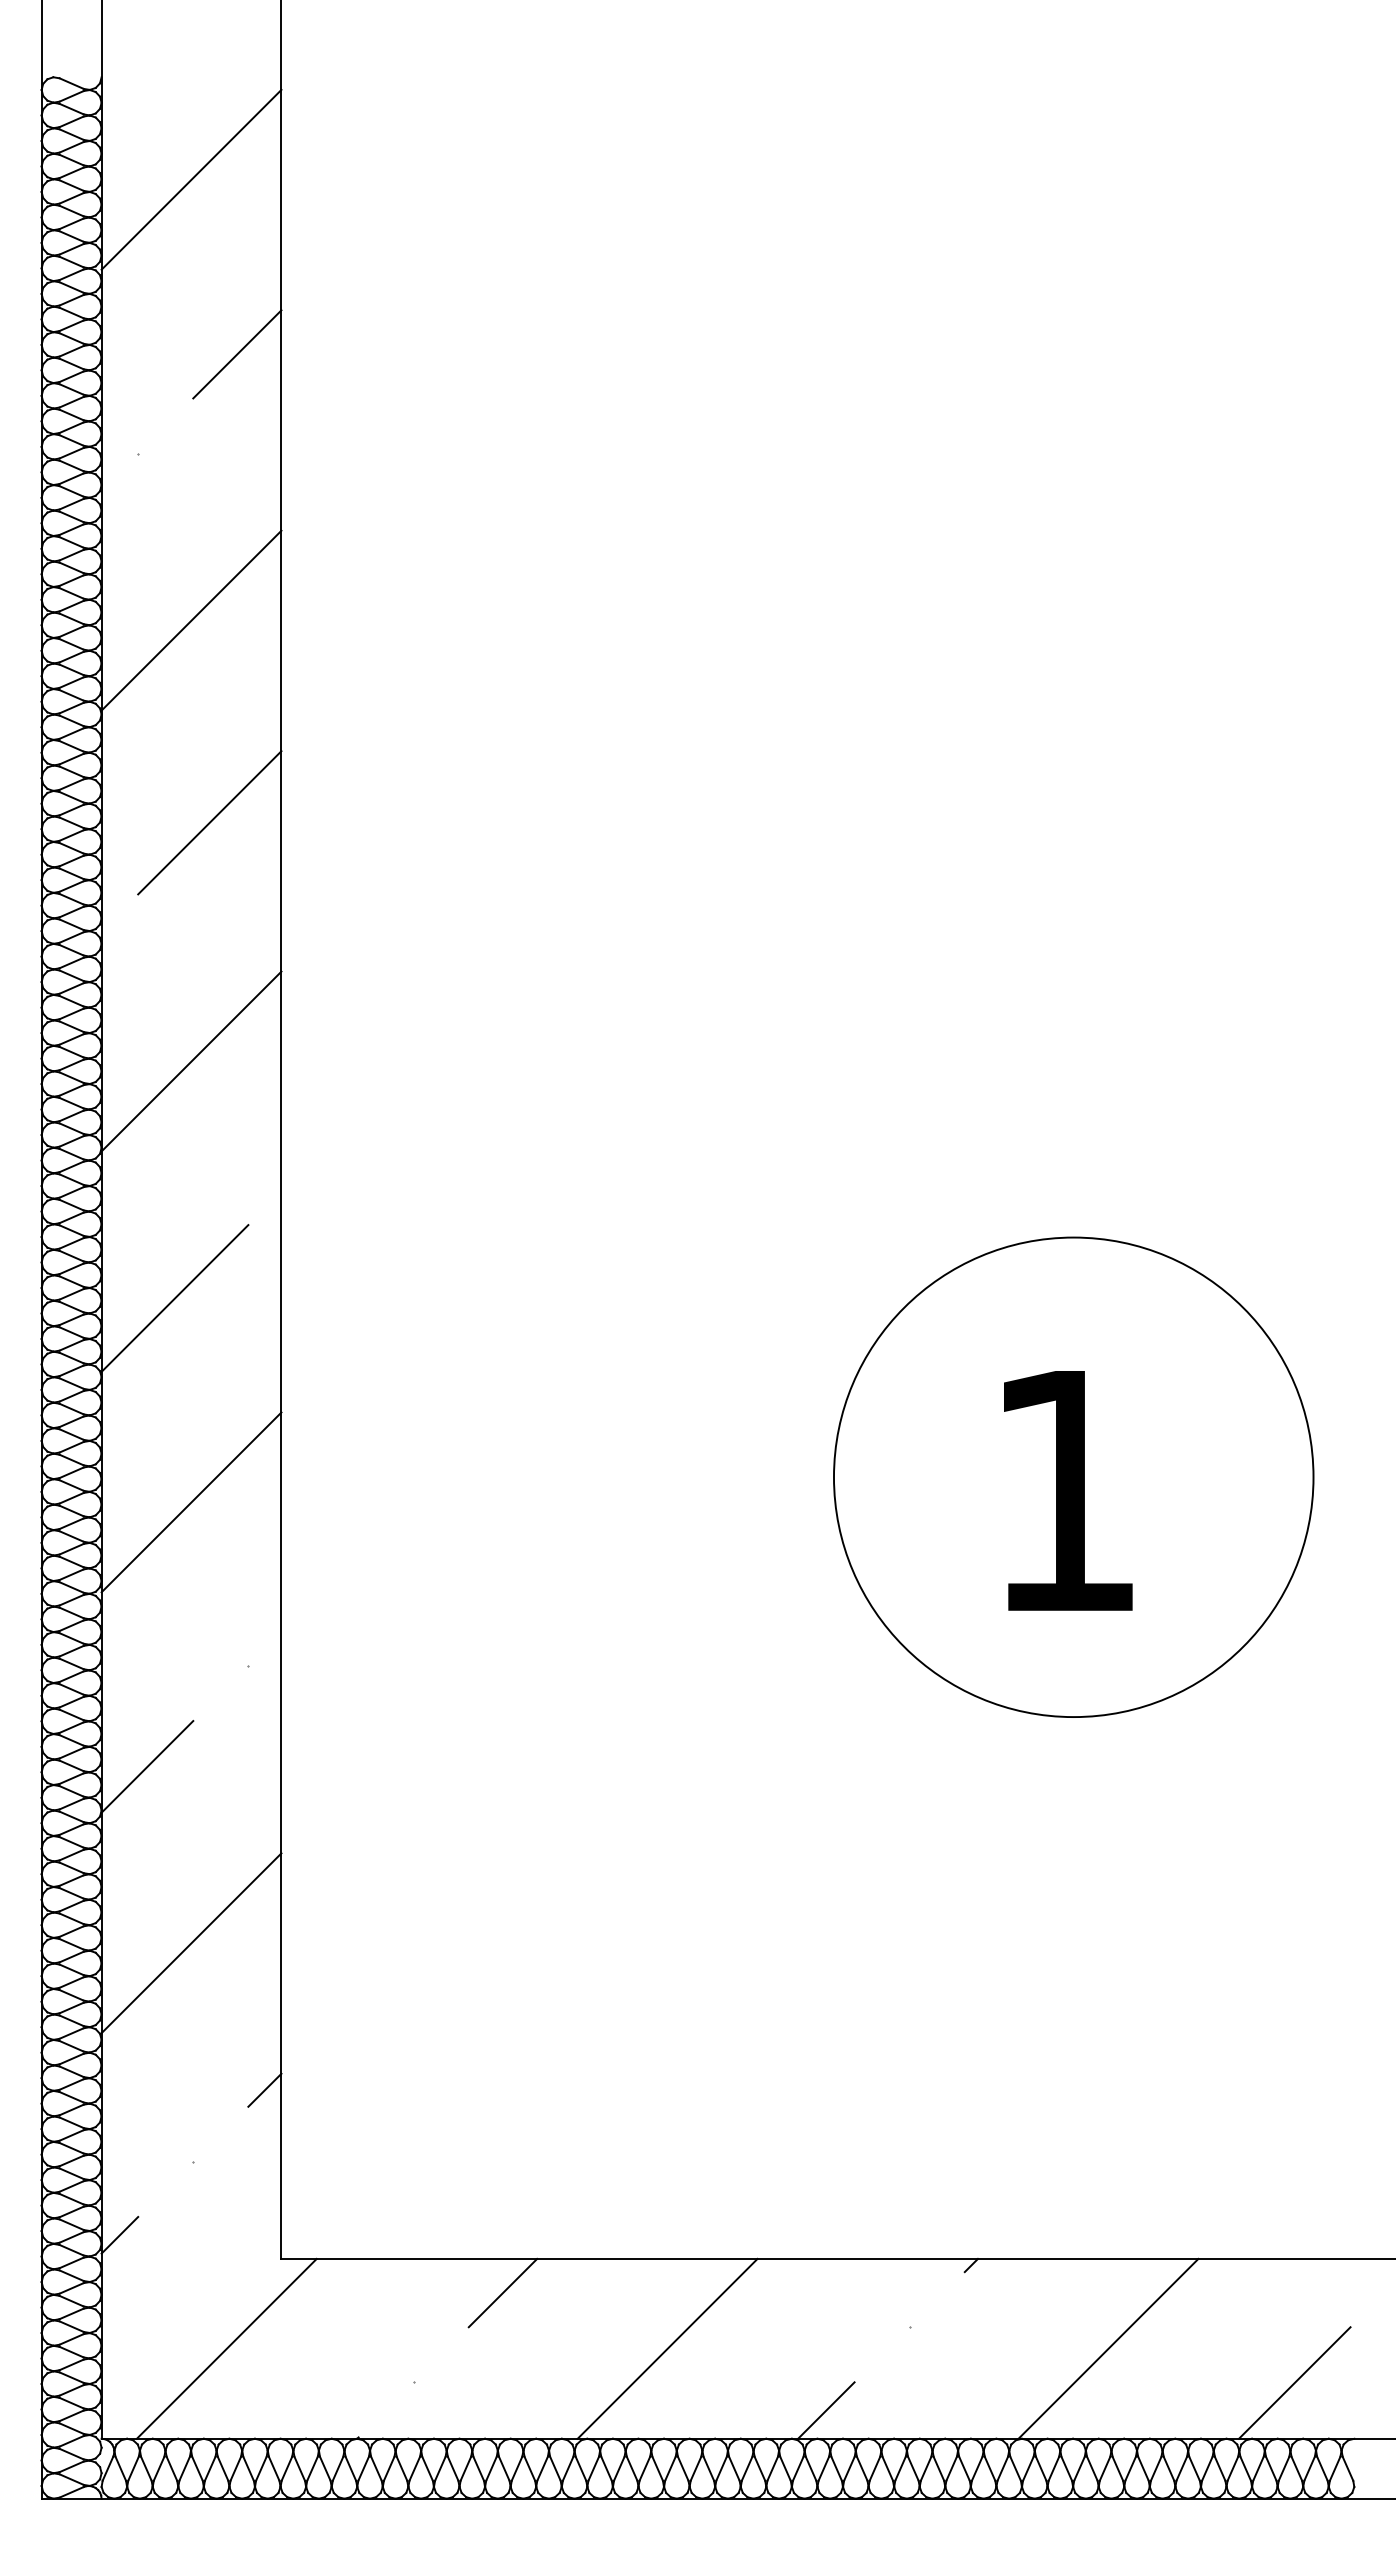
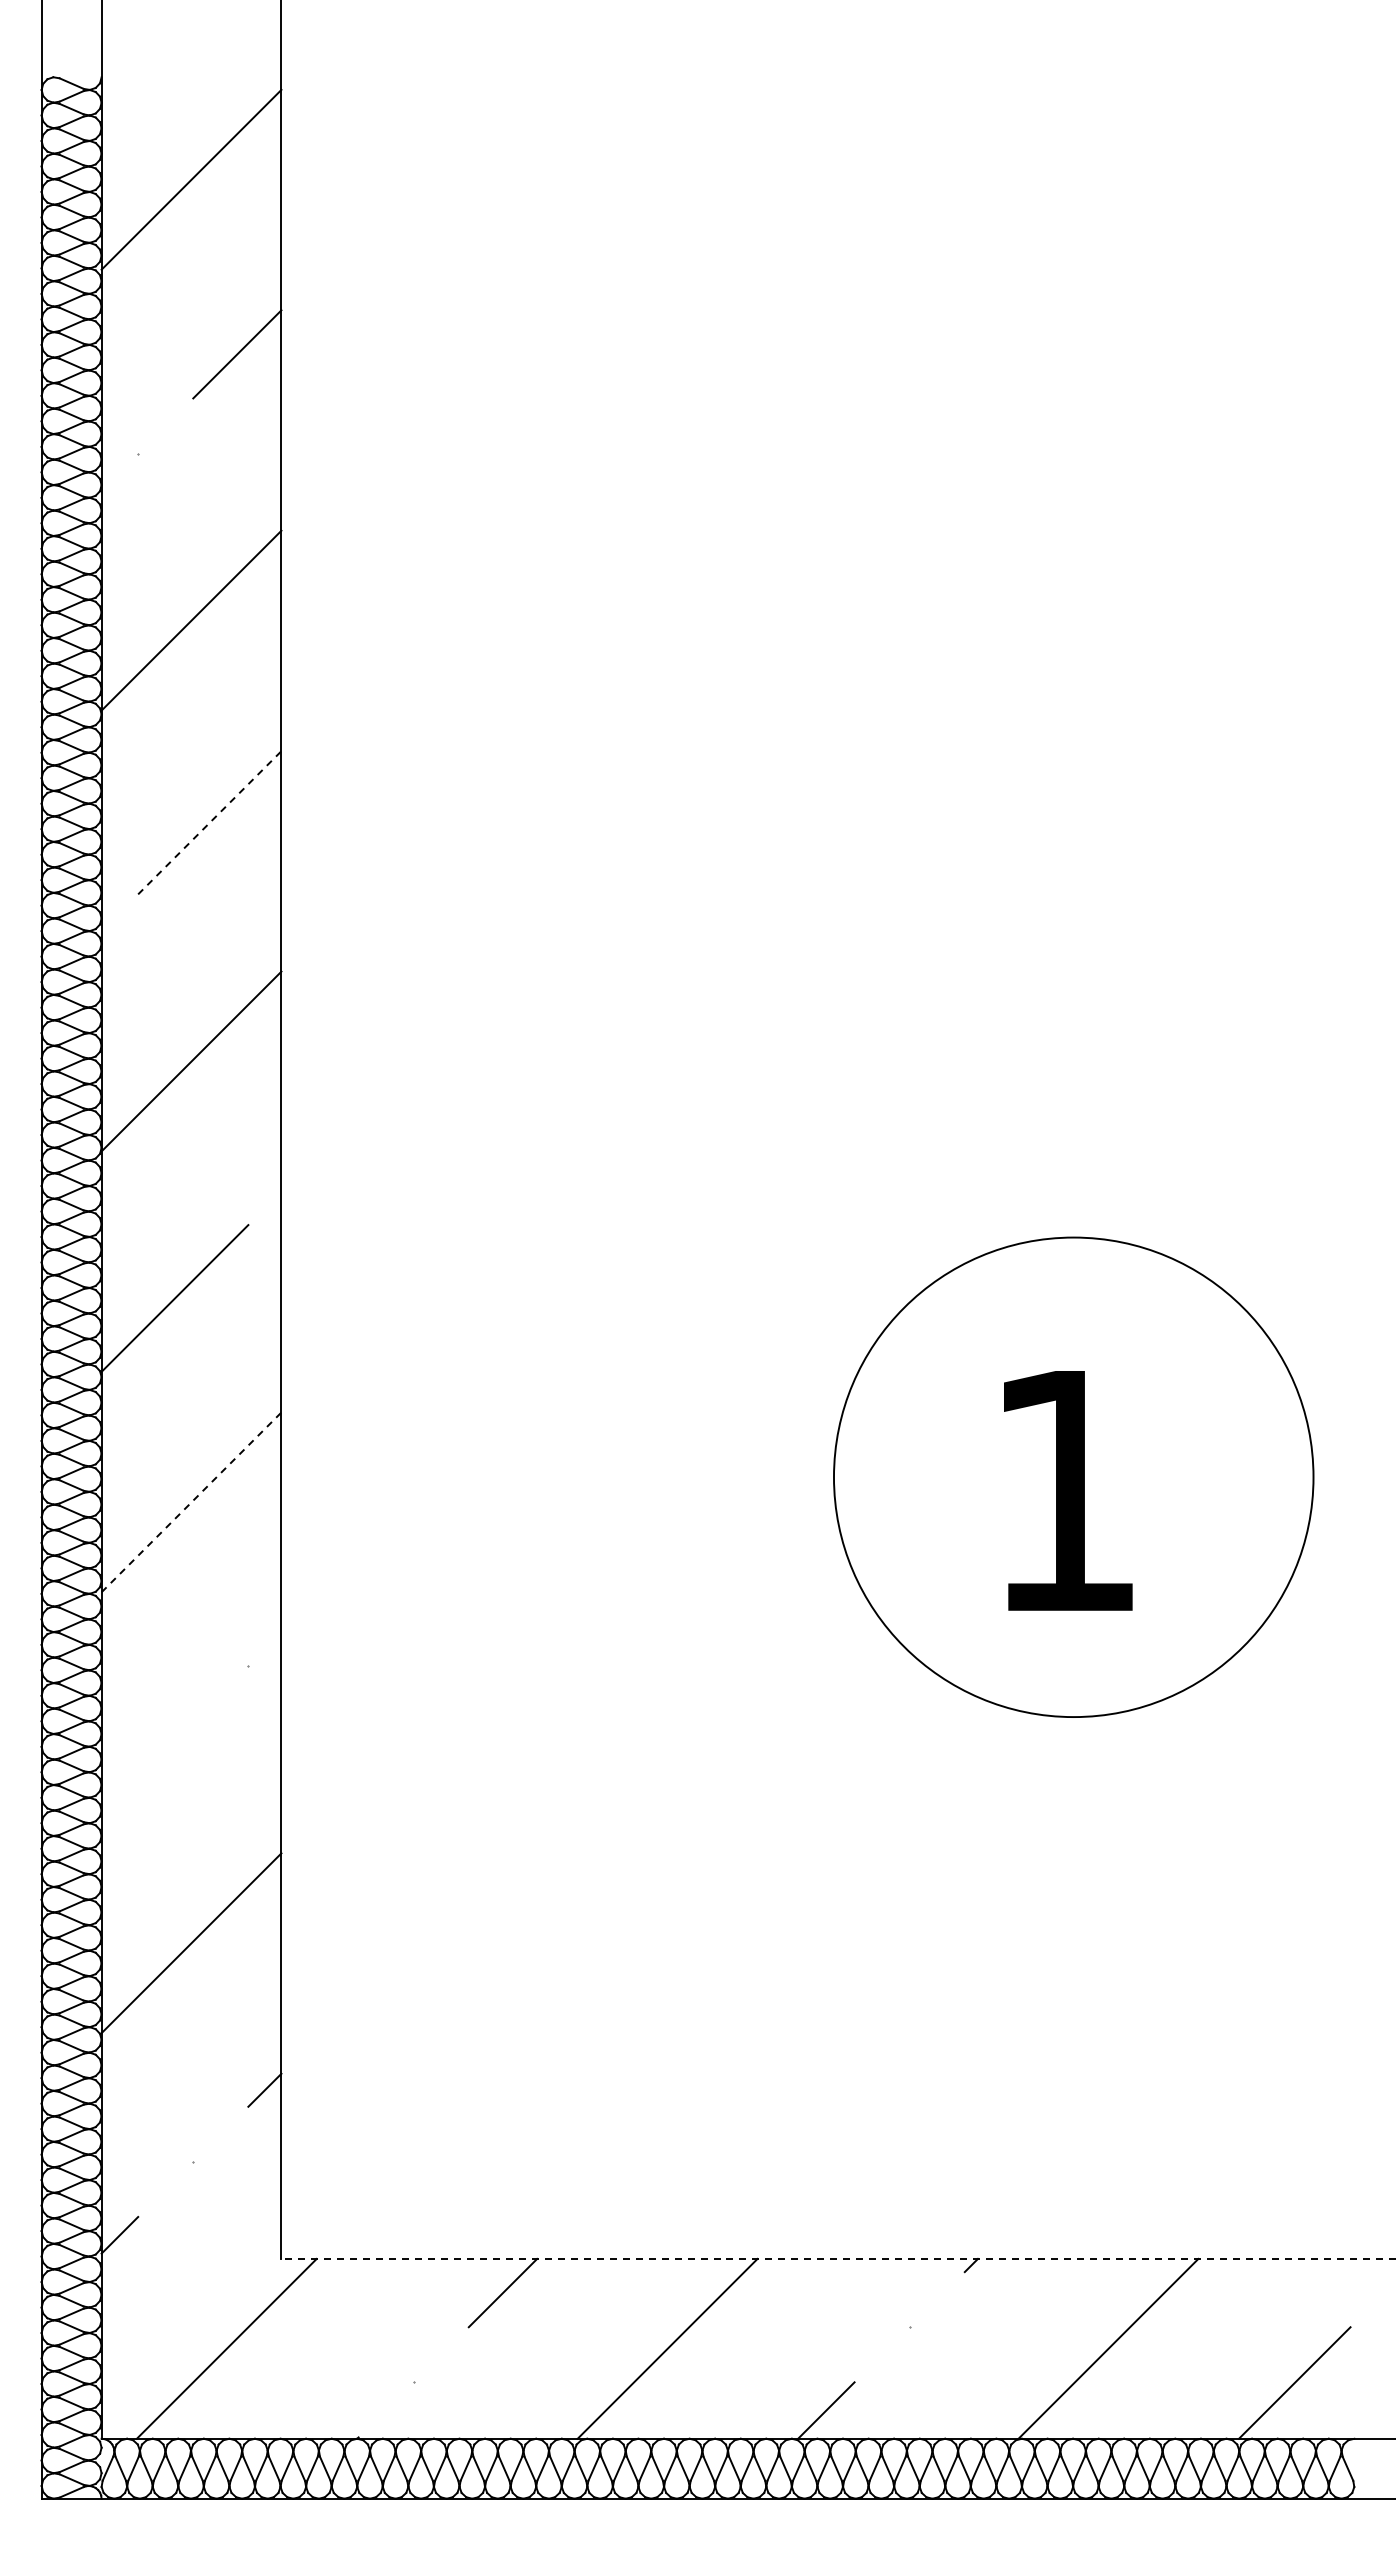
line at (210, 822): solid -> dashed
line at (191, 1502): solid -> dashed
line at (147, 1766): present -> none
line at (838, 2258): solid -> dashed
